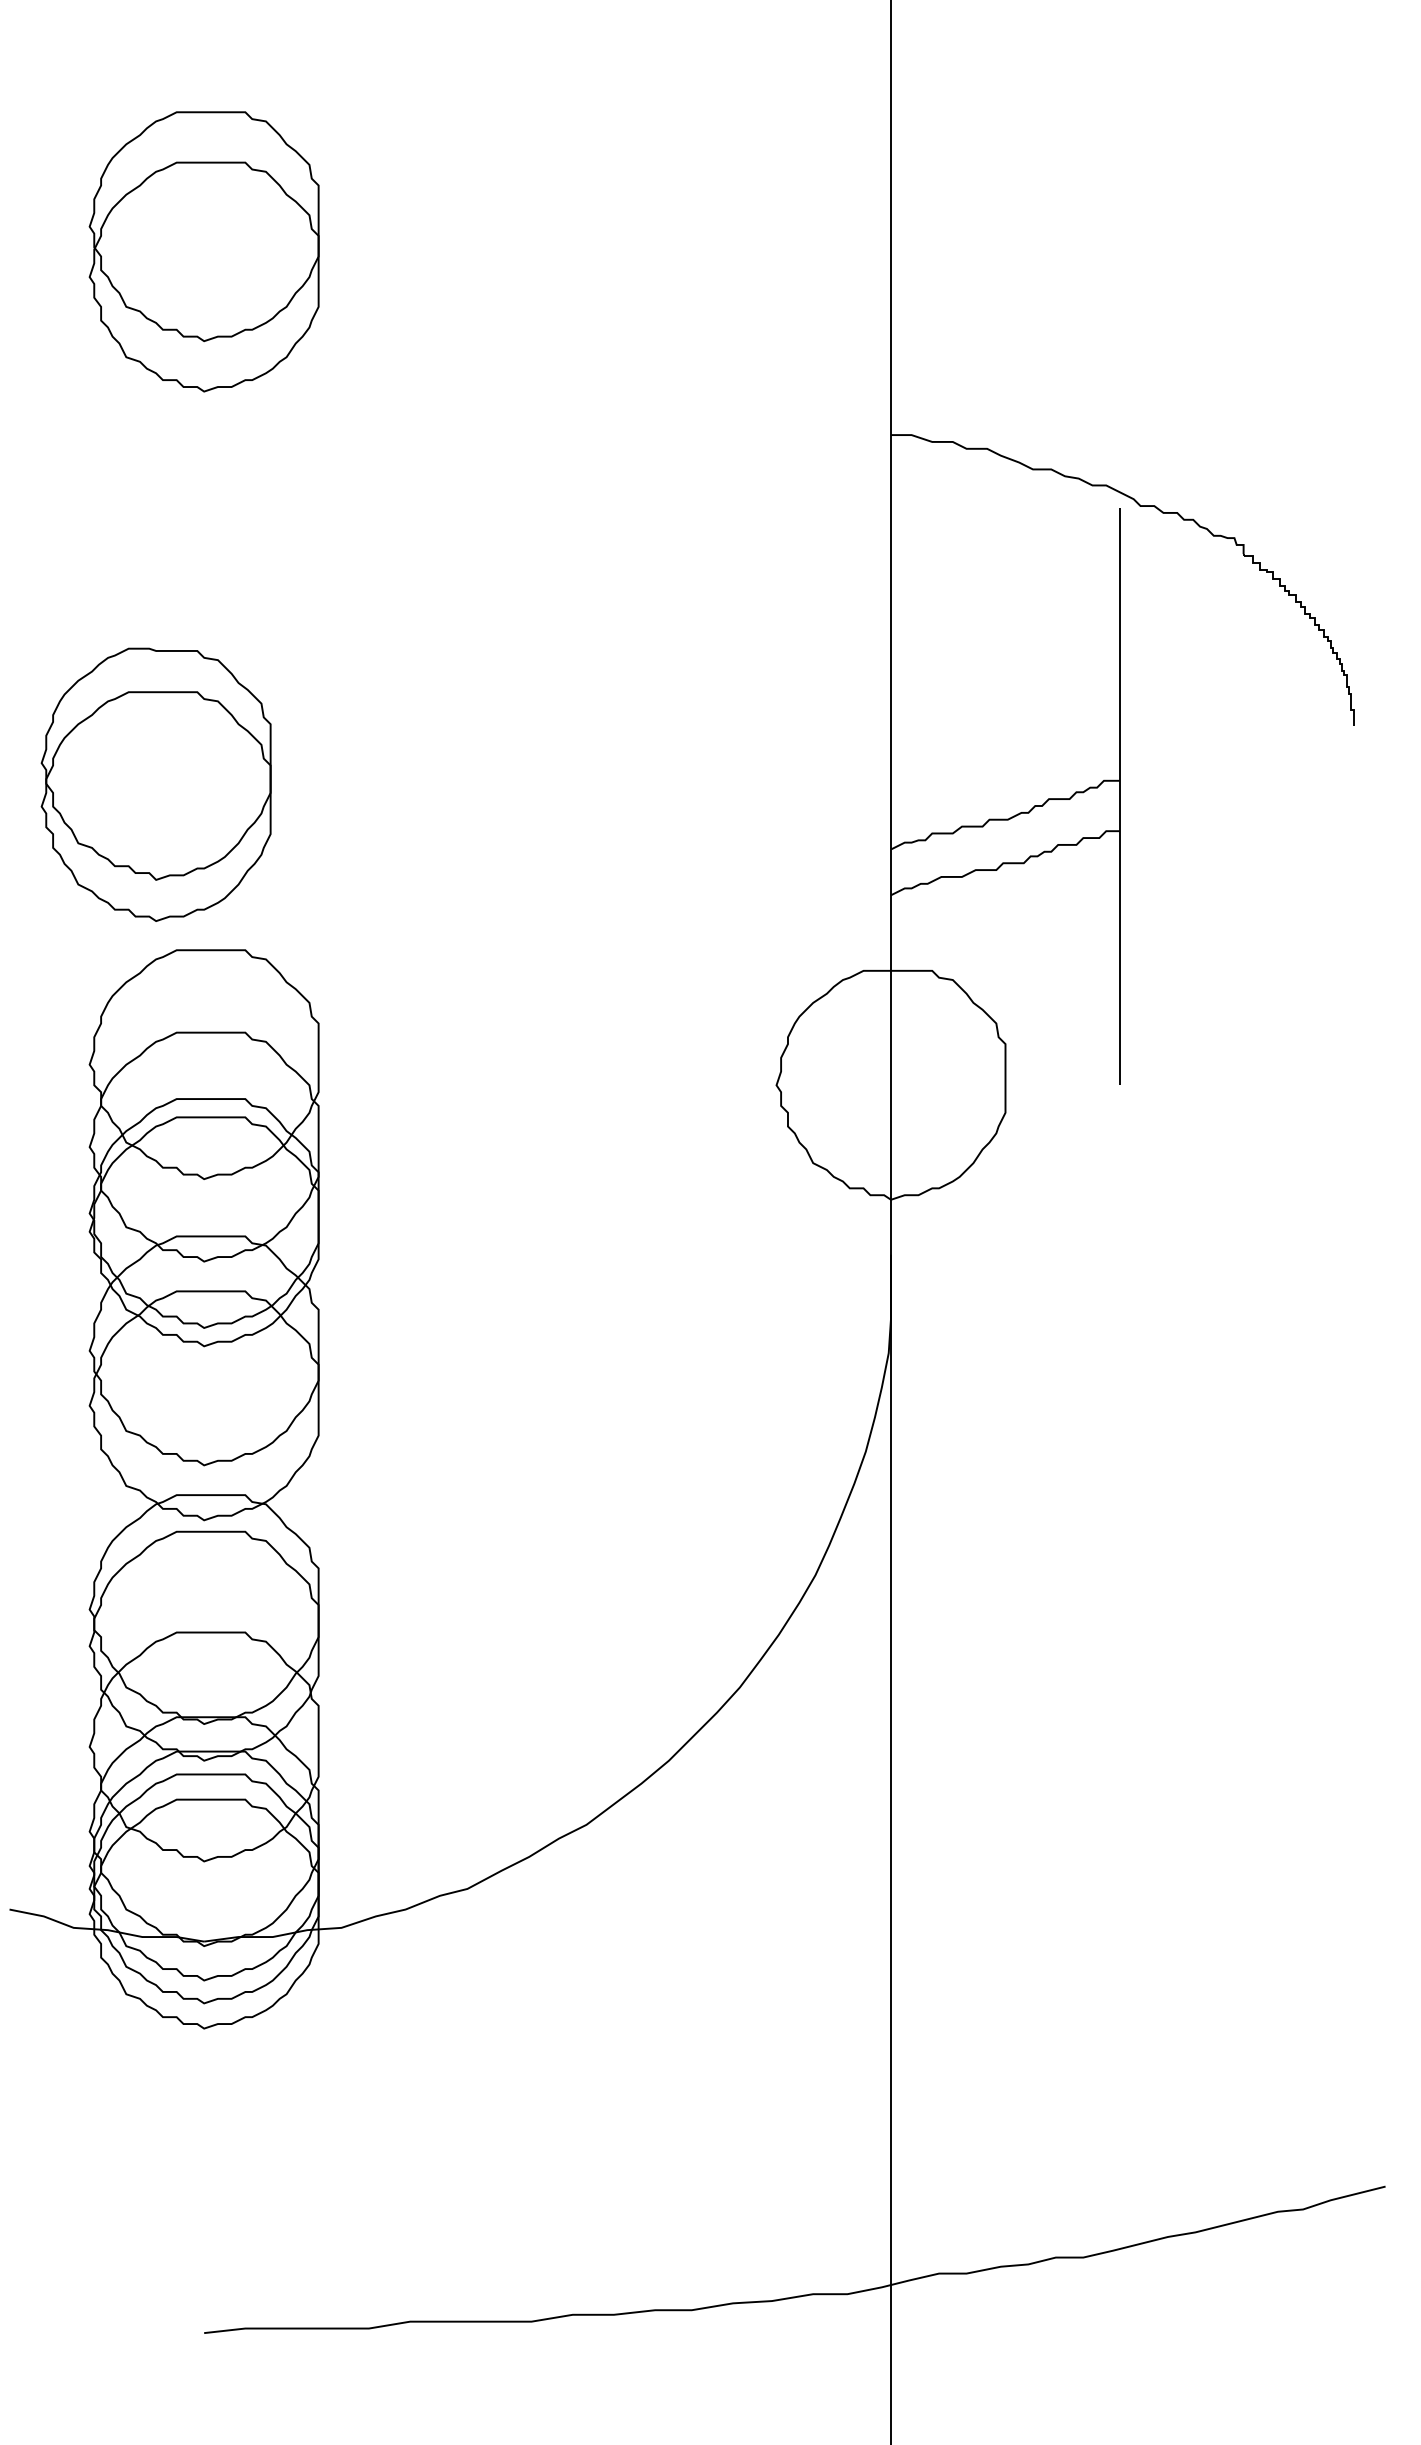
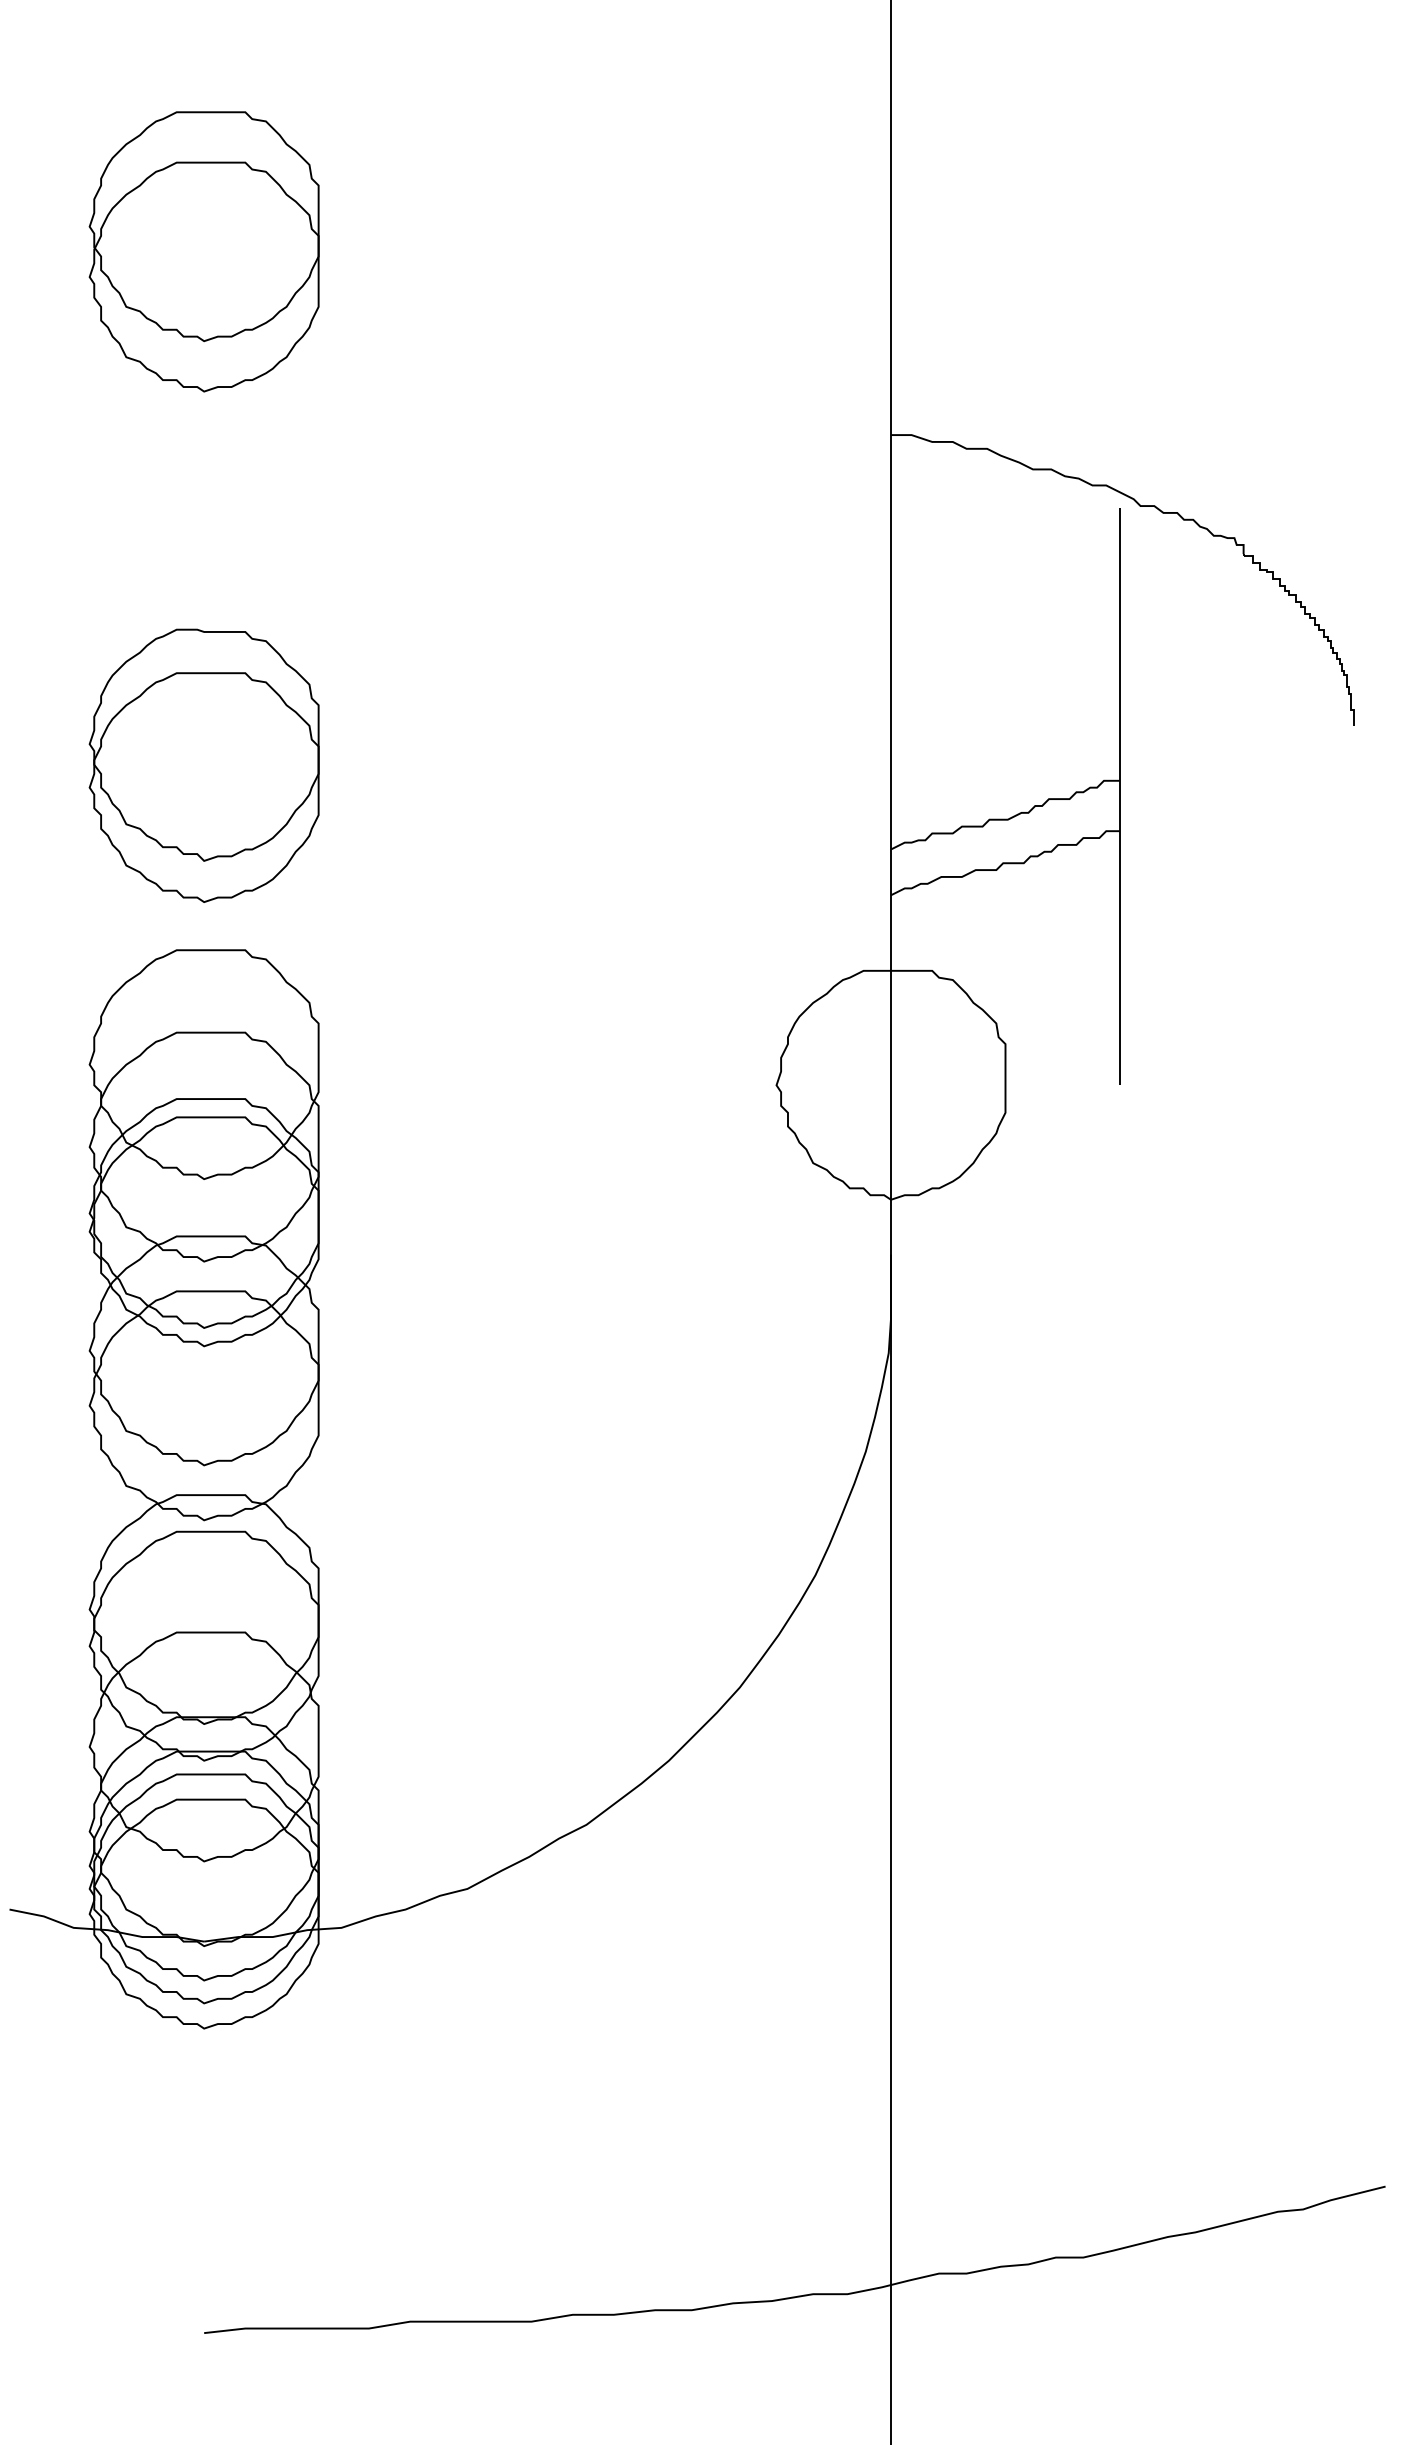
part at (155, 784) position: (155, 784) -> (203, 765)
